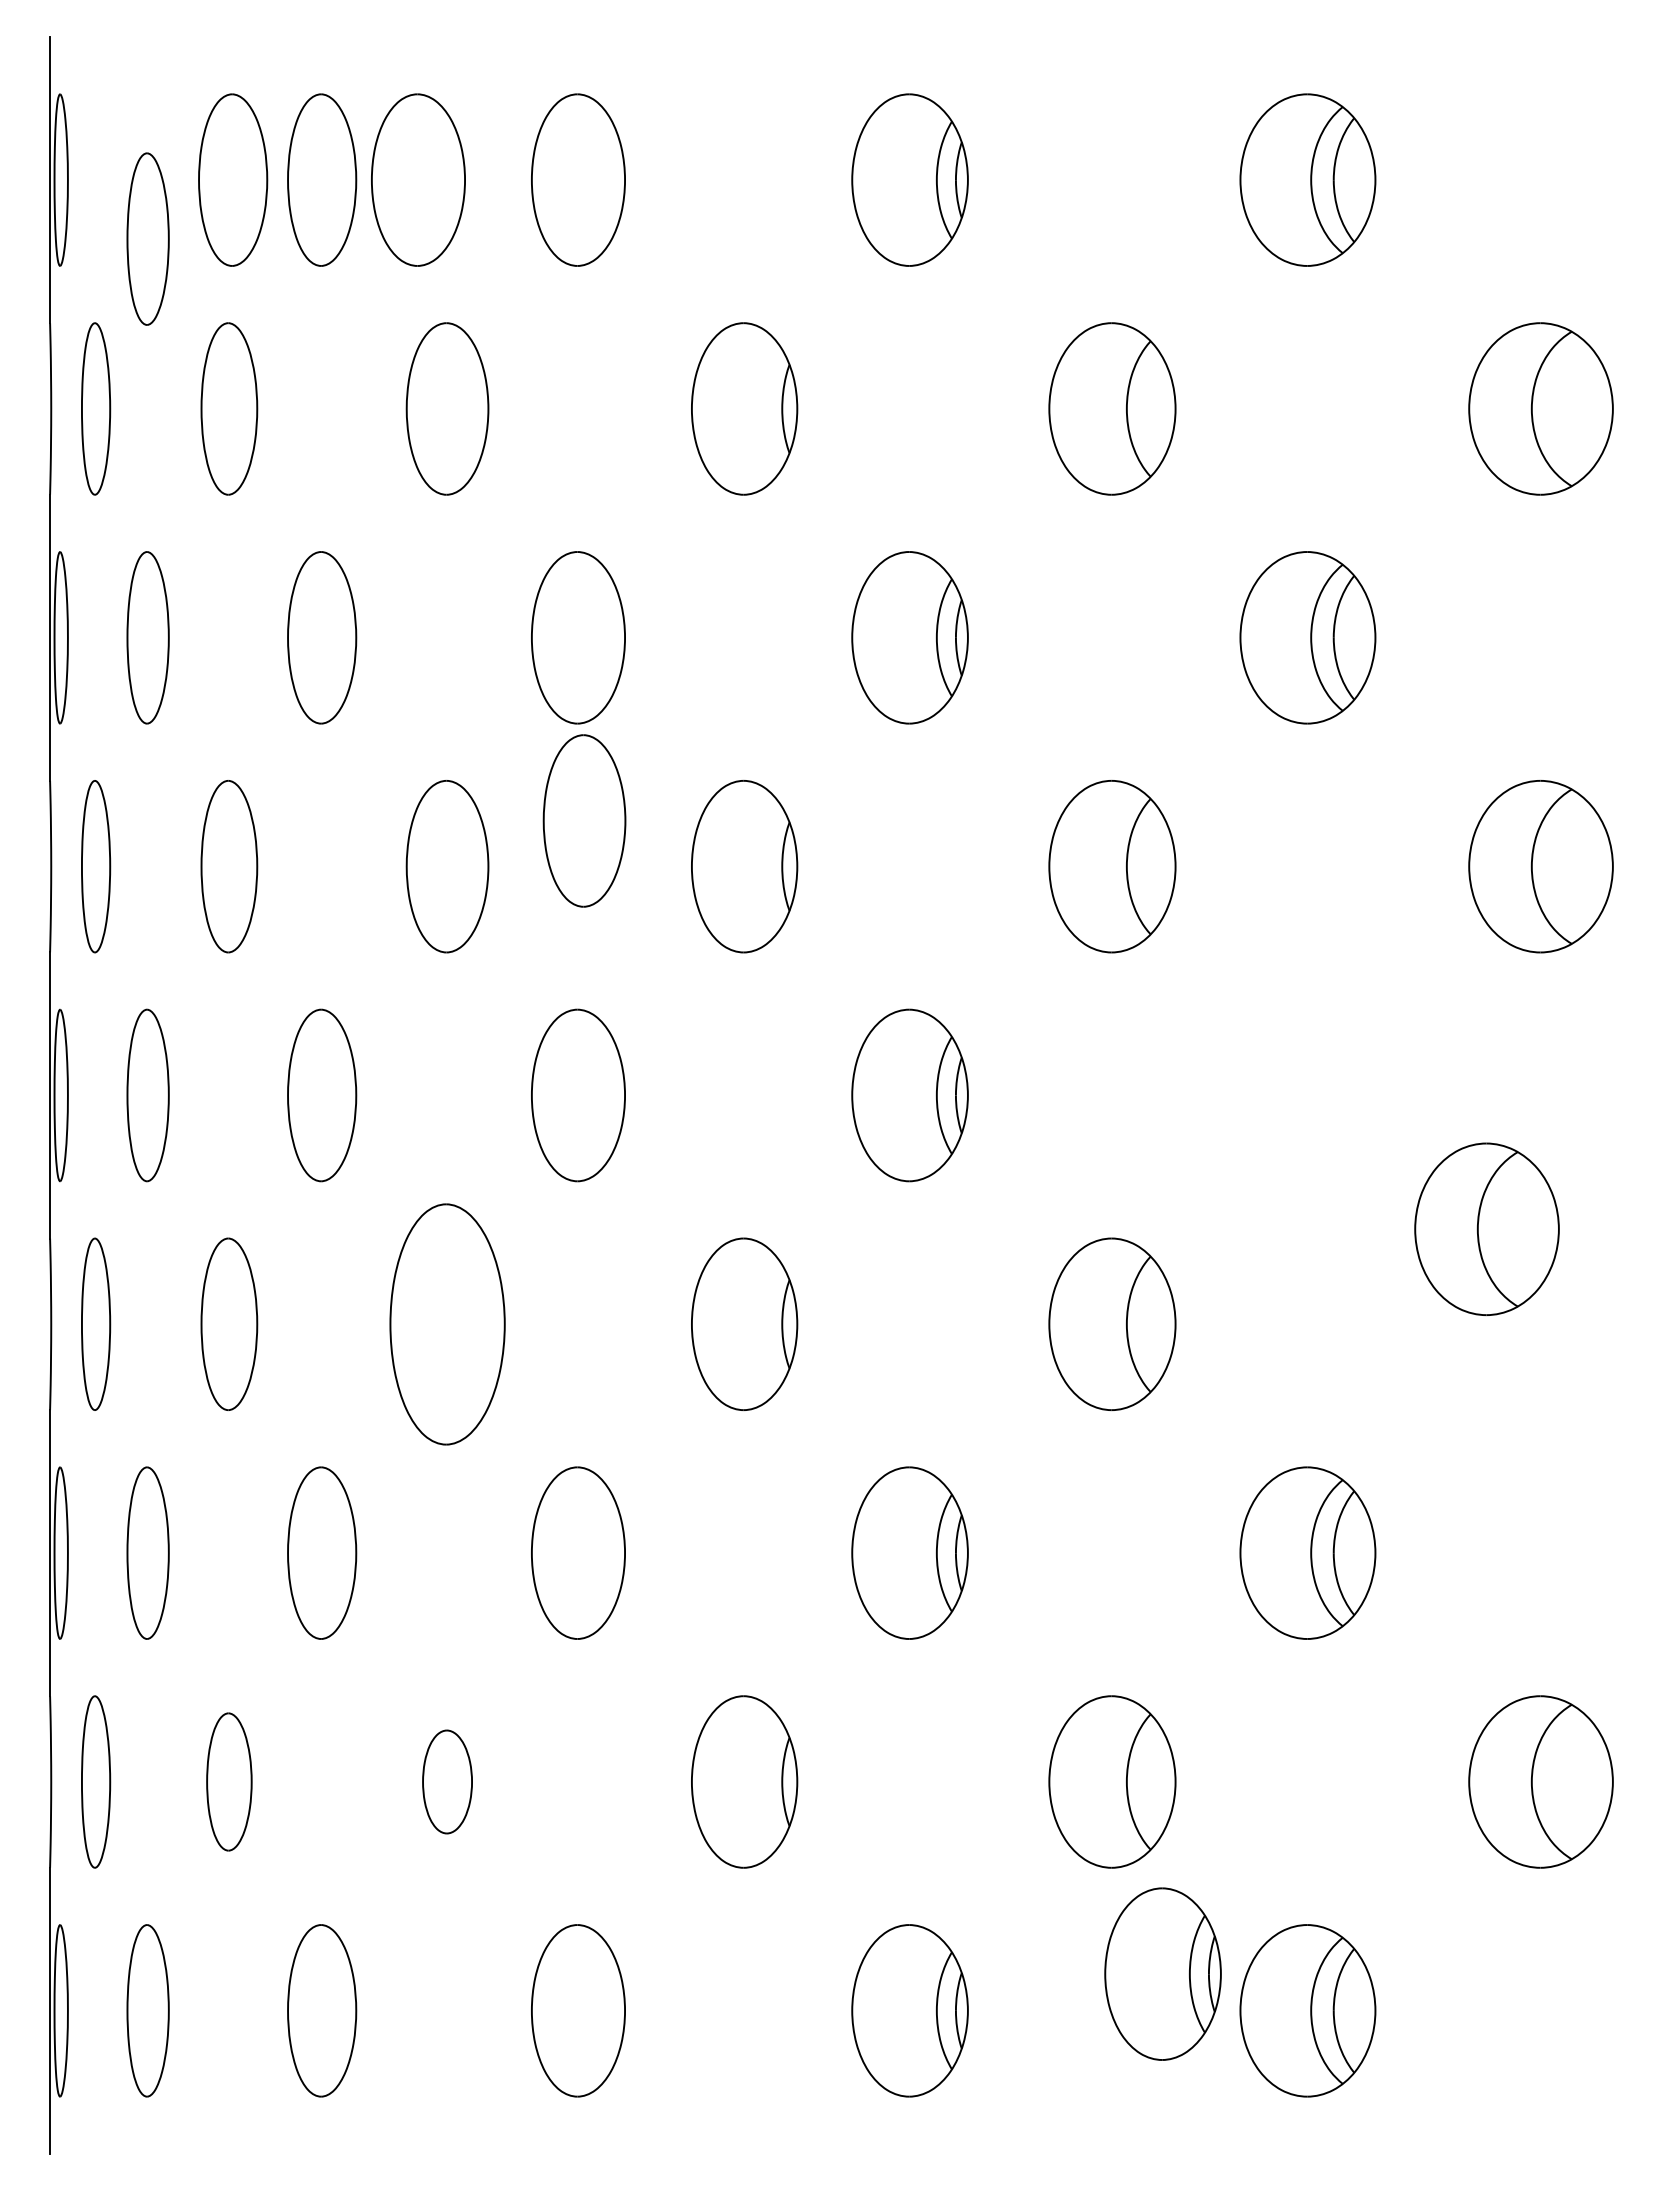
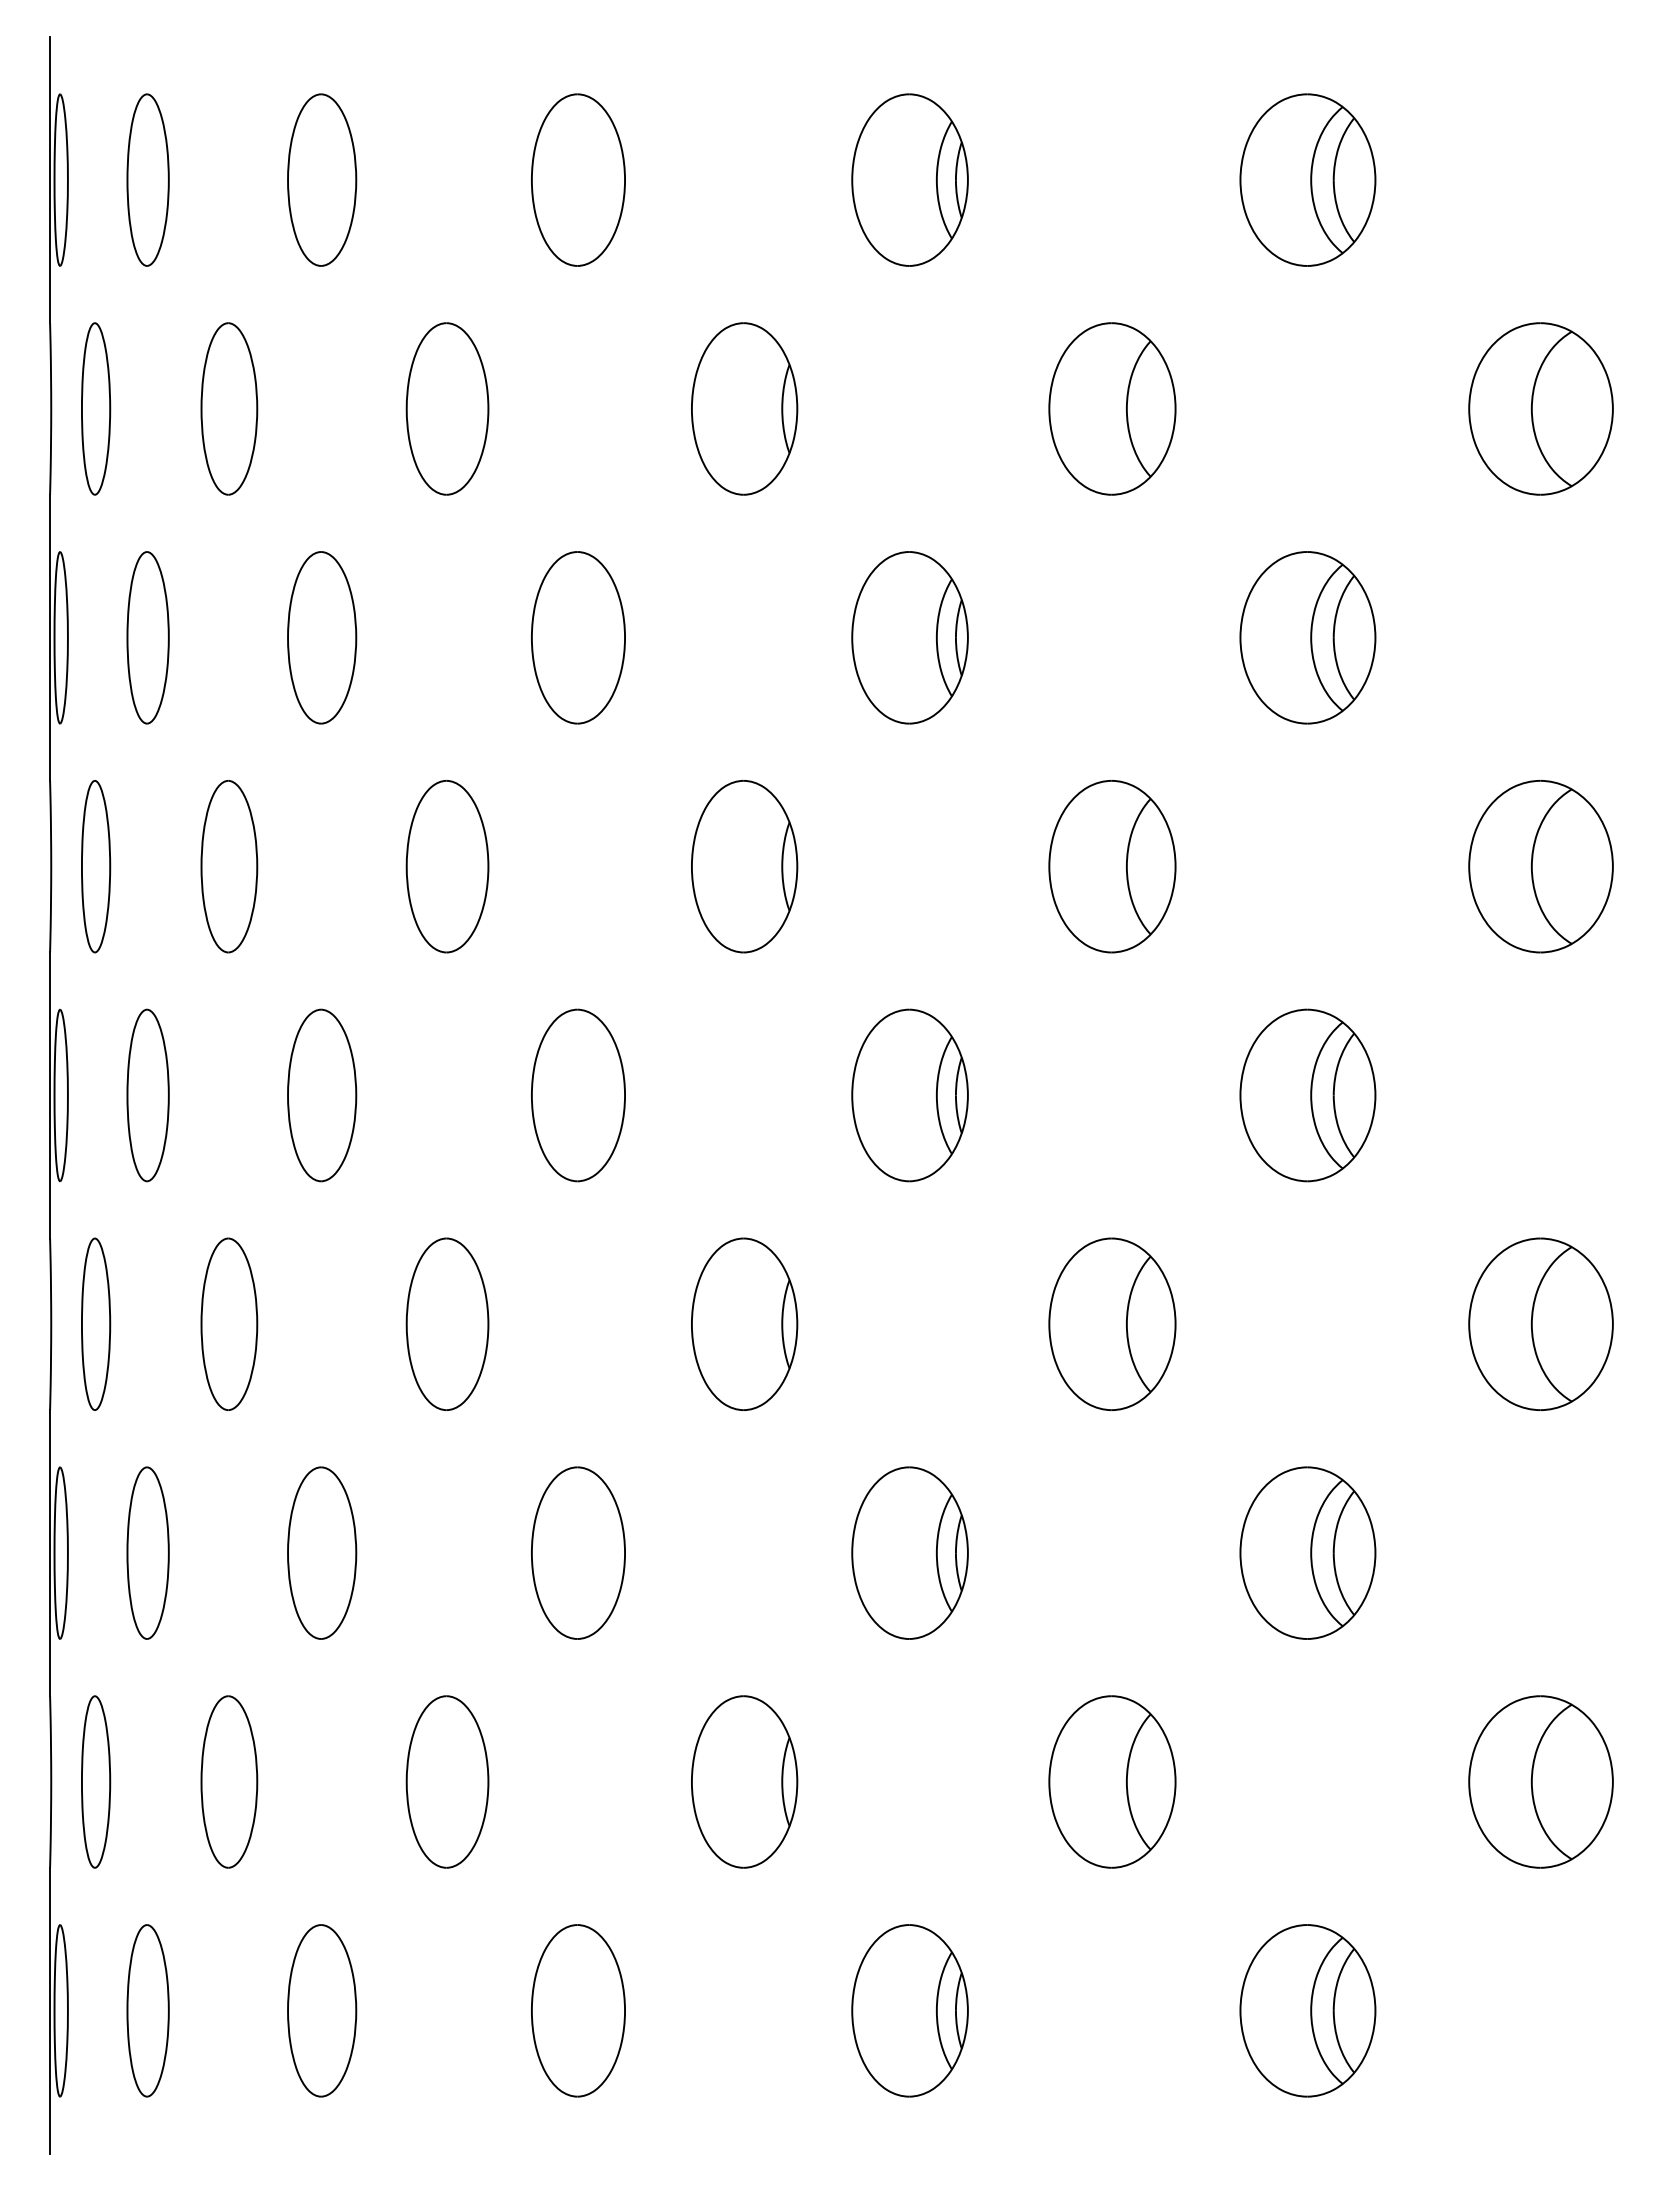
part at (233, 179): present -> none
part at (418, 179): present -> none
part at (147, 238) position: (147, 238) -> (147, 179)
part at (584, 820): present -> none
part at (1307, 1095): none -> present
part at (1486, 1228) position: (1486, 1228) -> (1540, 1323)
part at (447, 1324) size: 117x243 px -> 85x174 px
part at (229, 1781) size: 47x140 px -> 59x174 px
part at (447, 1781) size: 51x106 px -> 85x174 px
part at (1162, 1973): present -> none
